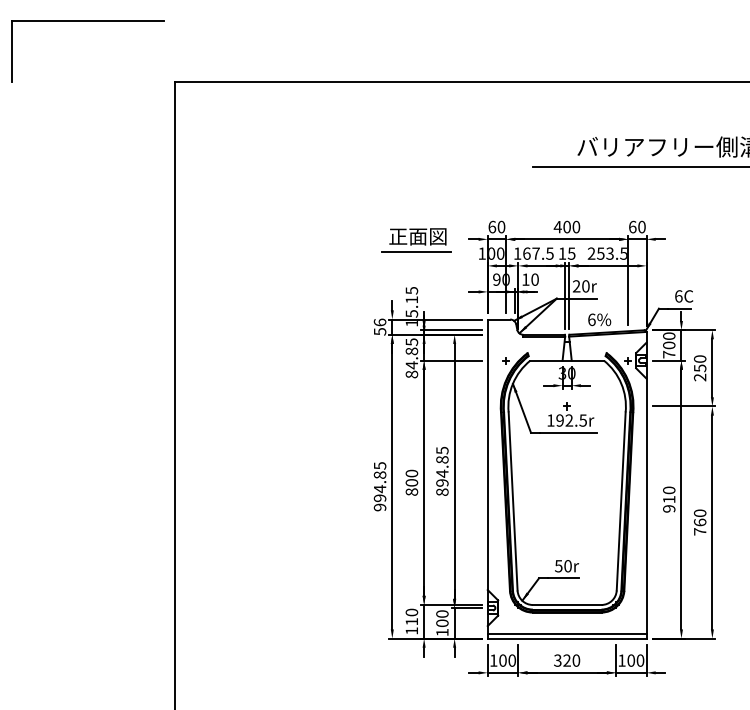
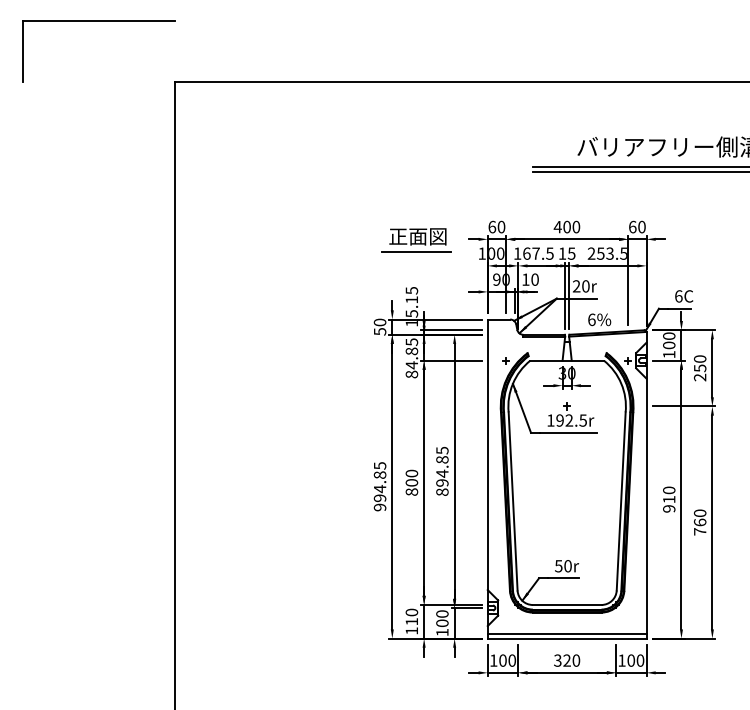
part at (87, 21) position: (87, 21) -> (98, 21)
line at (639, 172): none -> present
text at (379, 322): 56 -> 50
text at (669, 354): 700 -> 100
